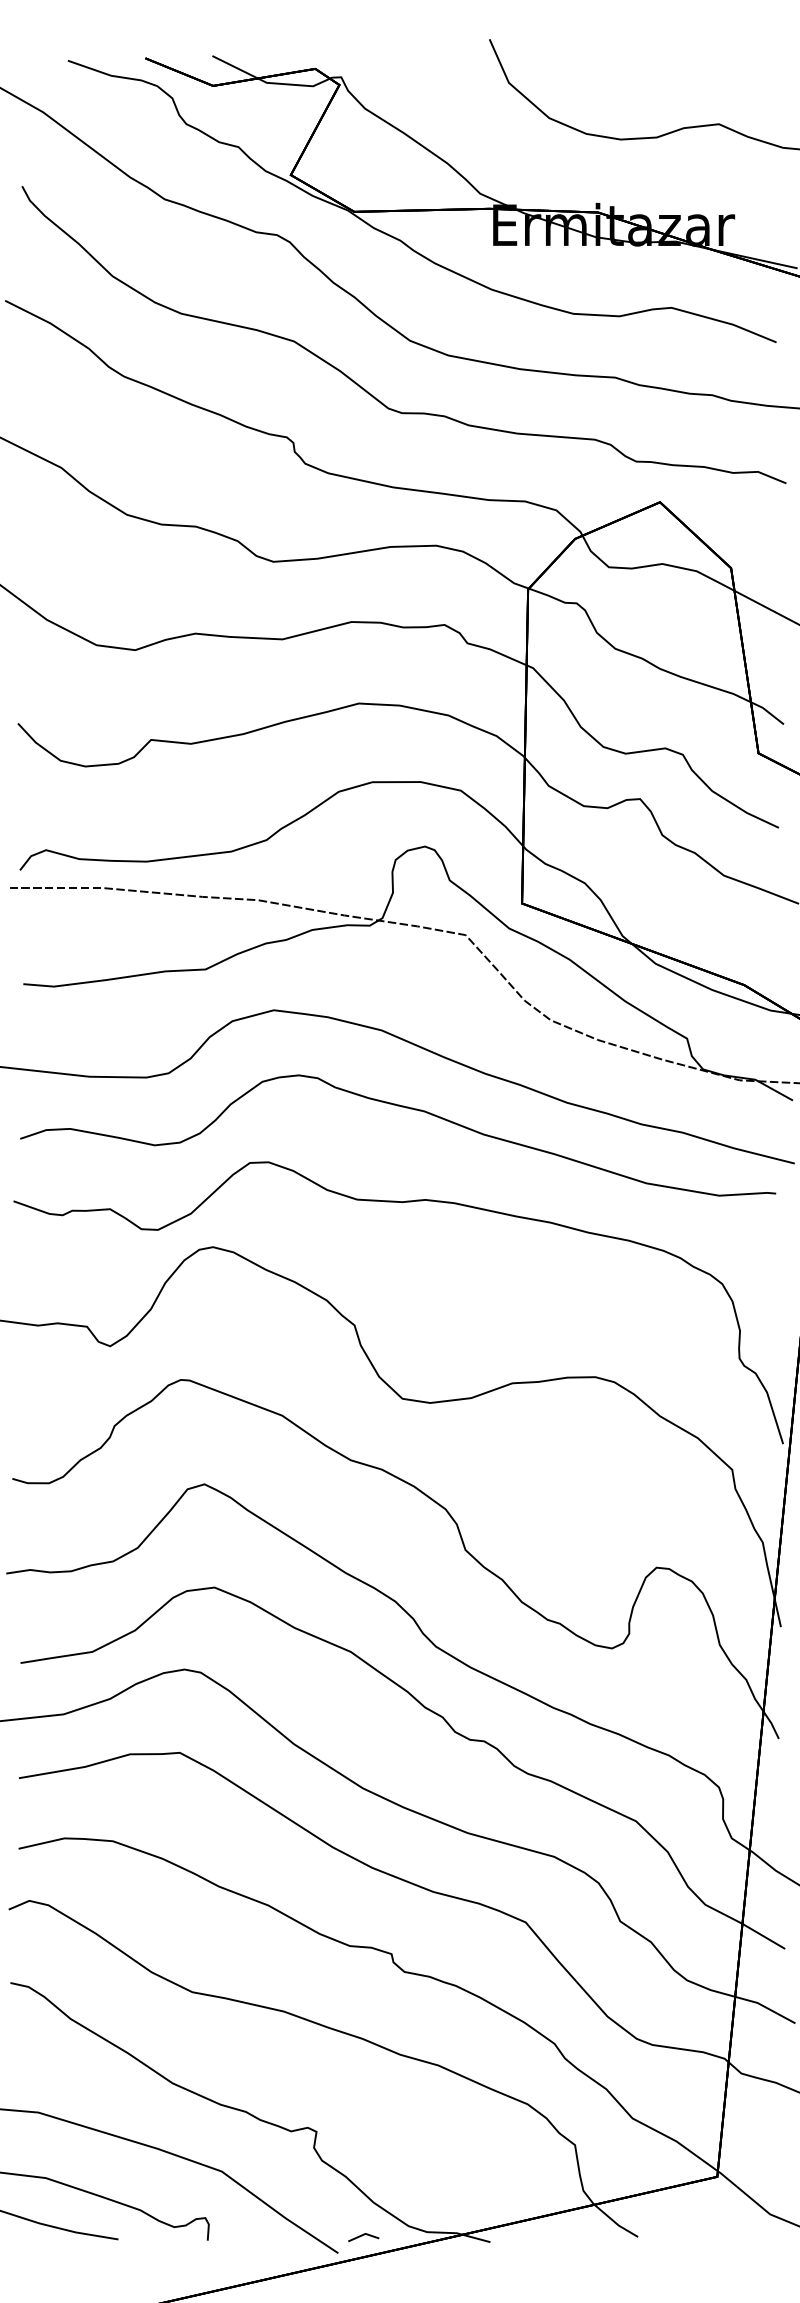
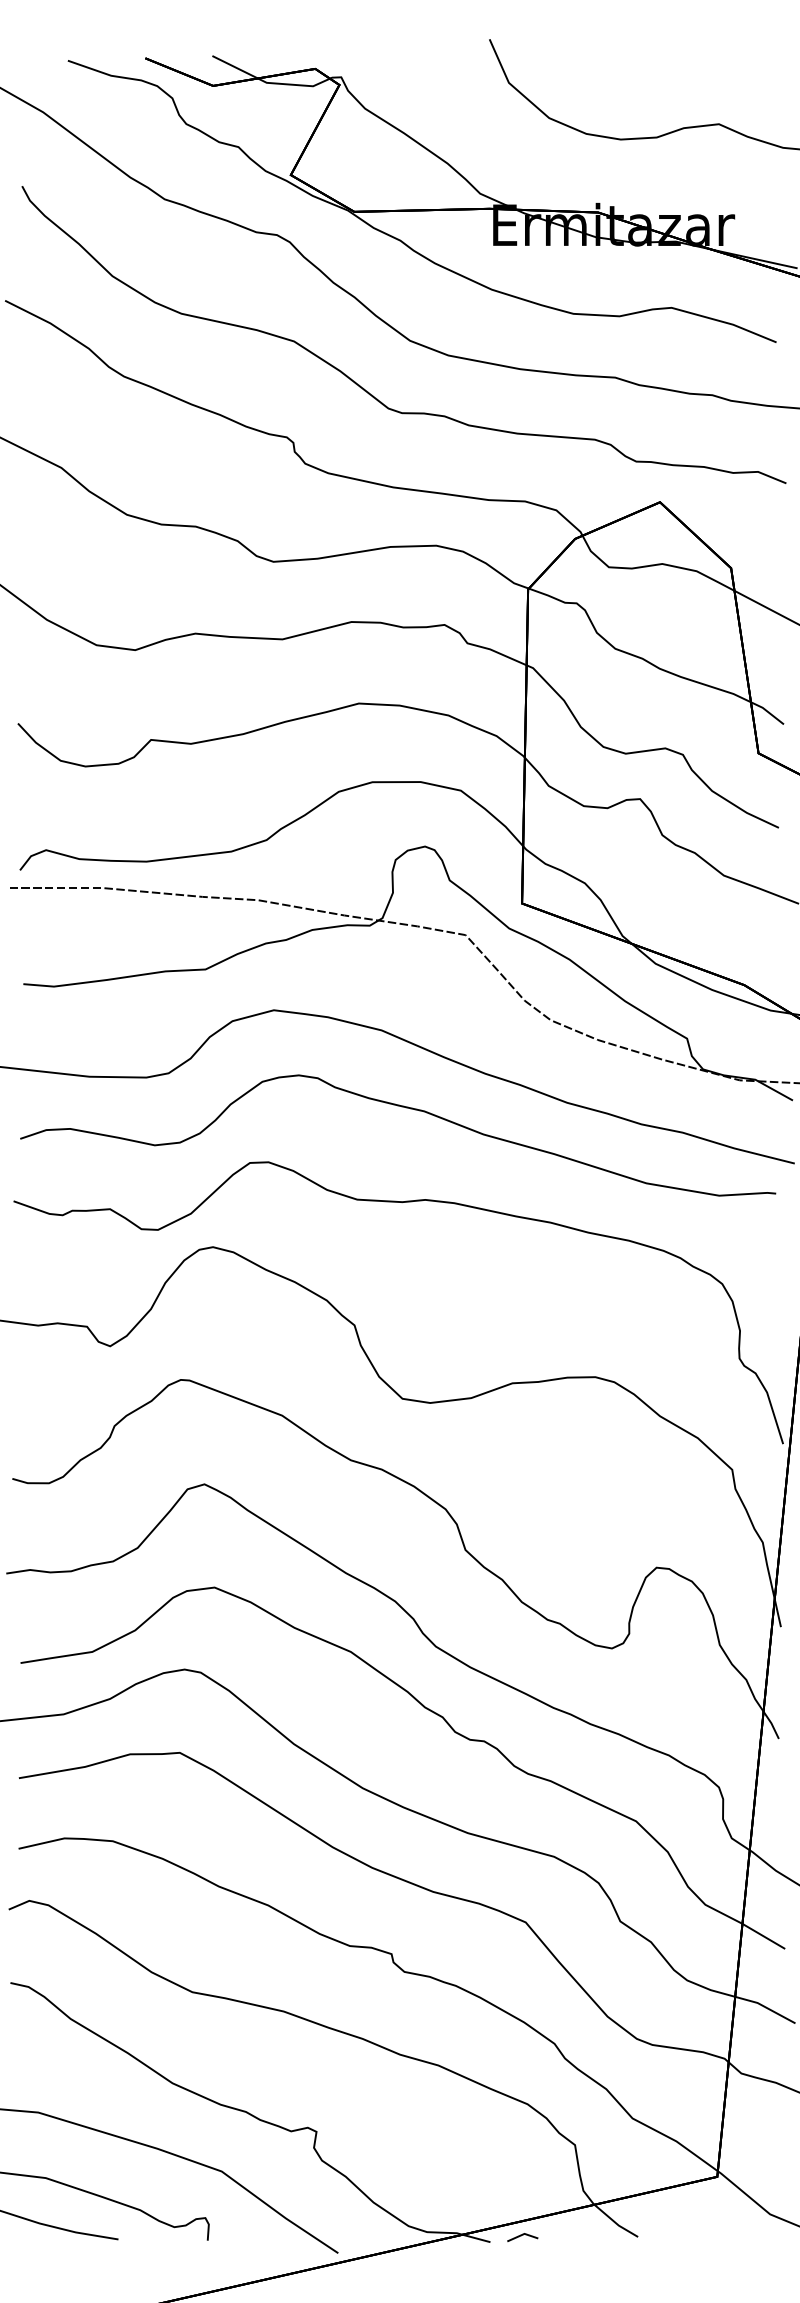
line at (362, 2236) position: (362, 2236) -> (521, 2236)
